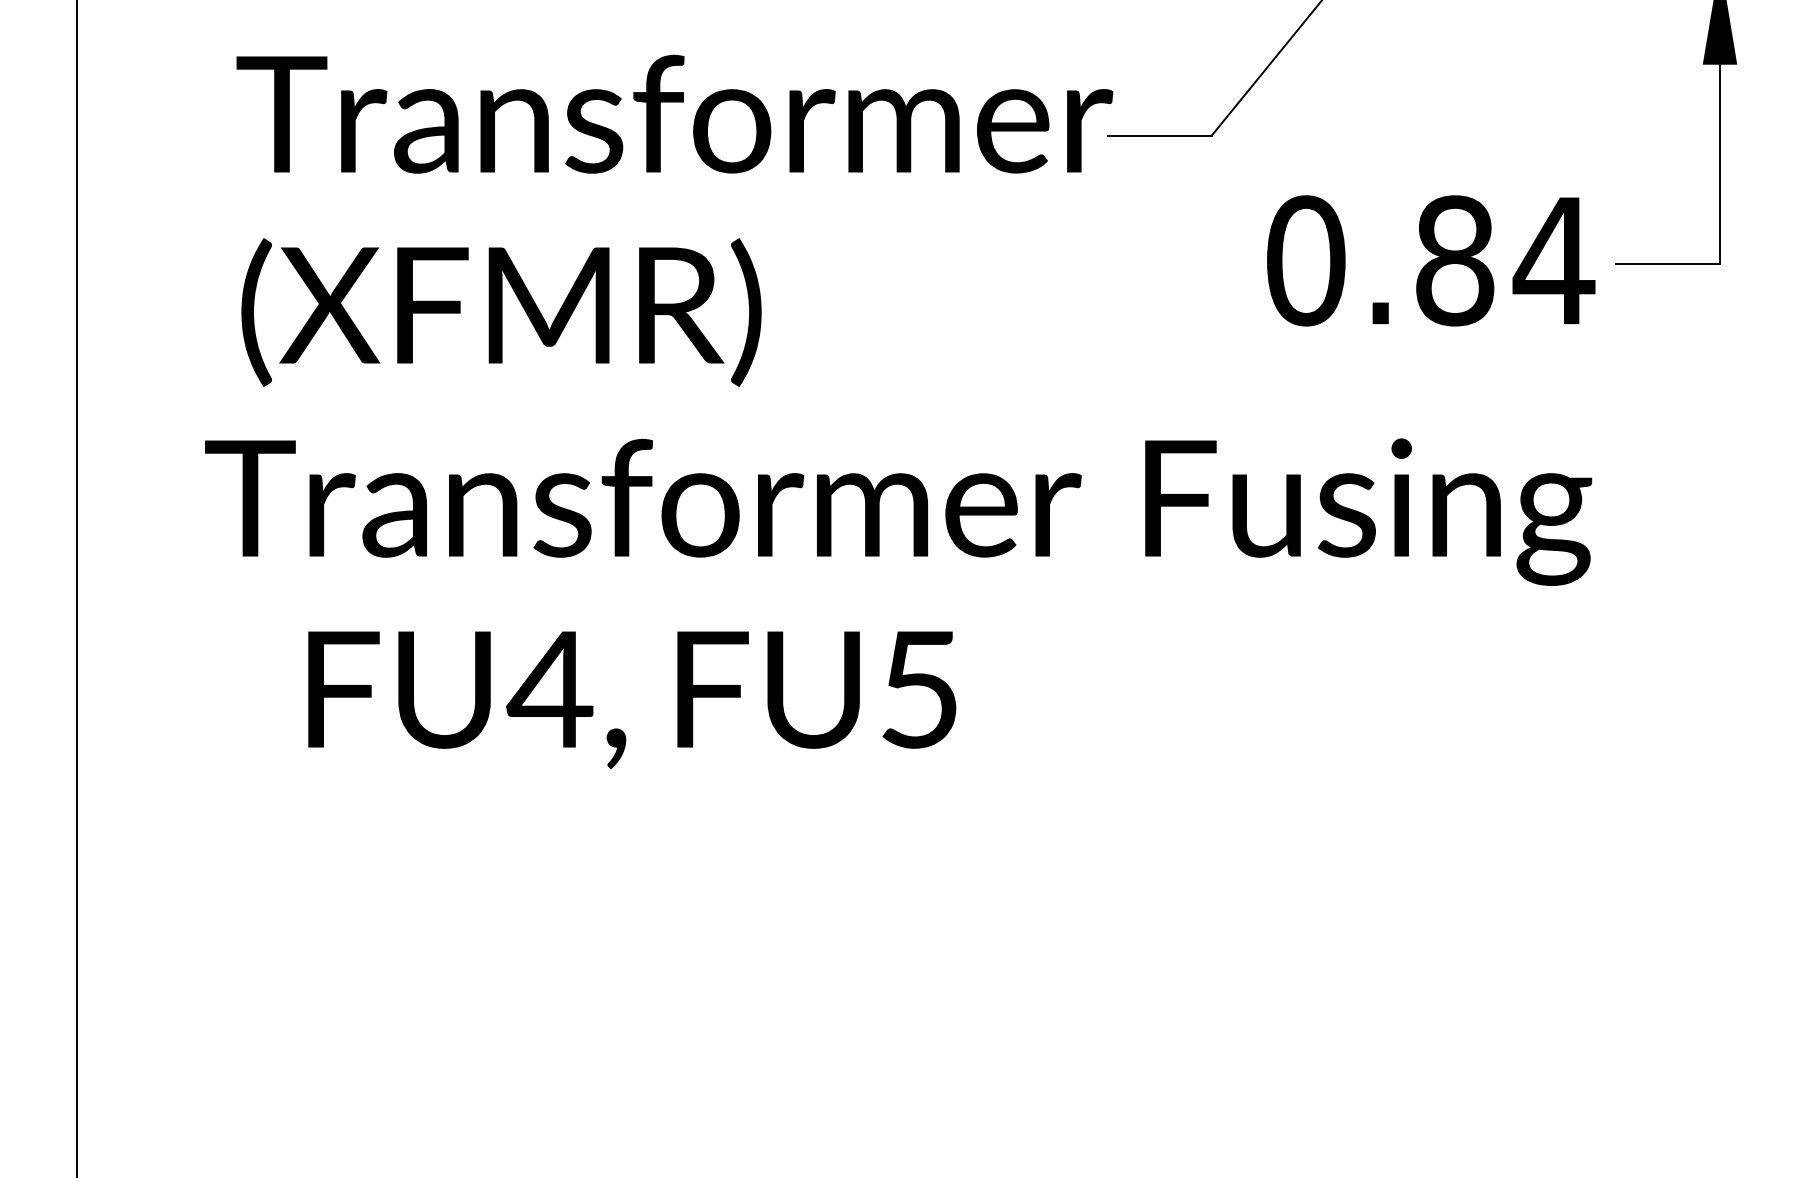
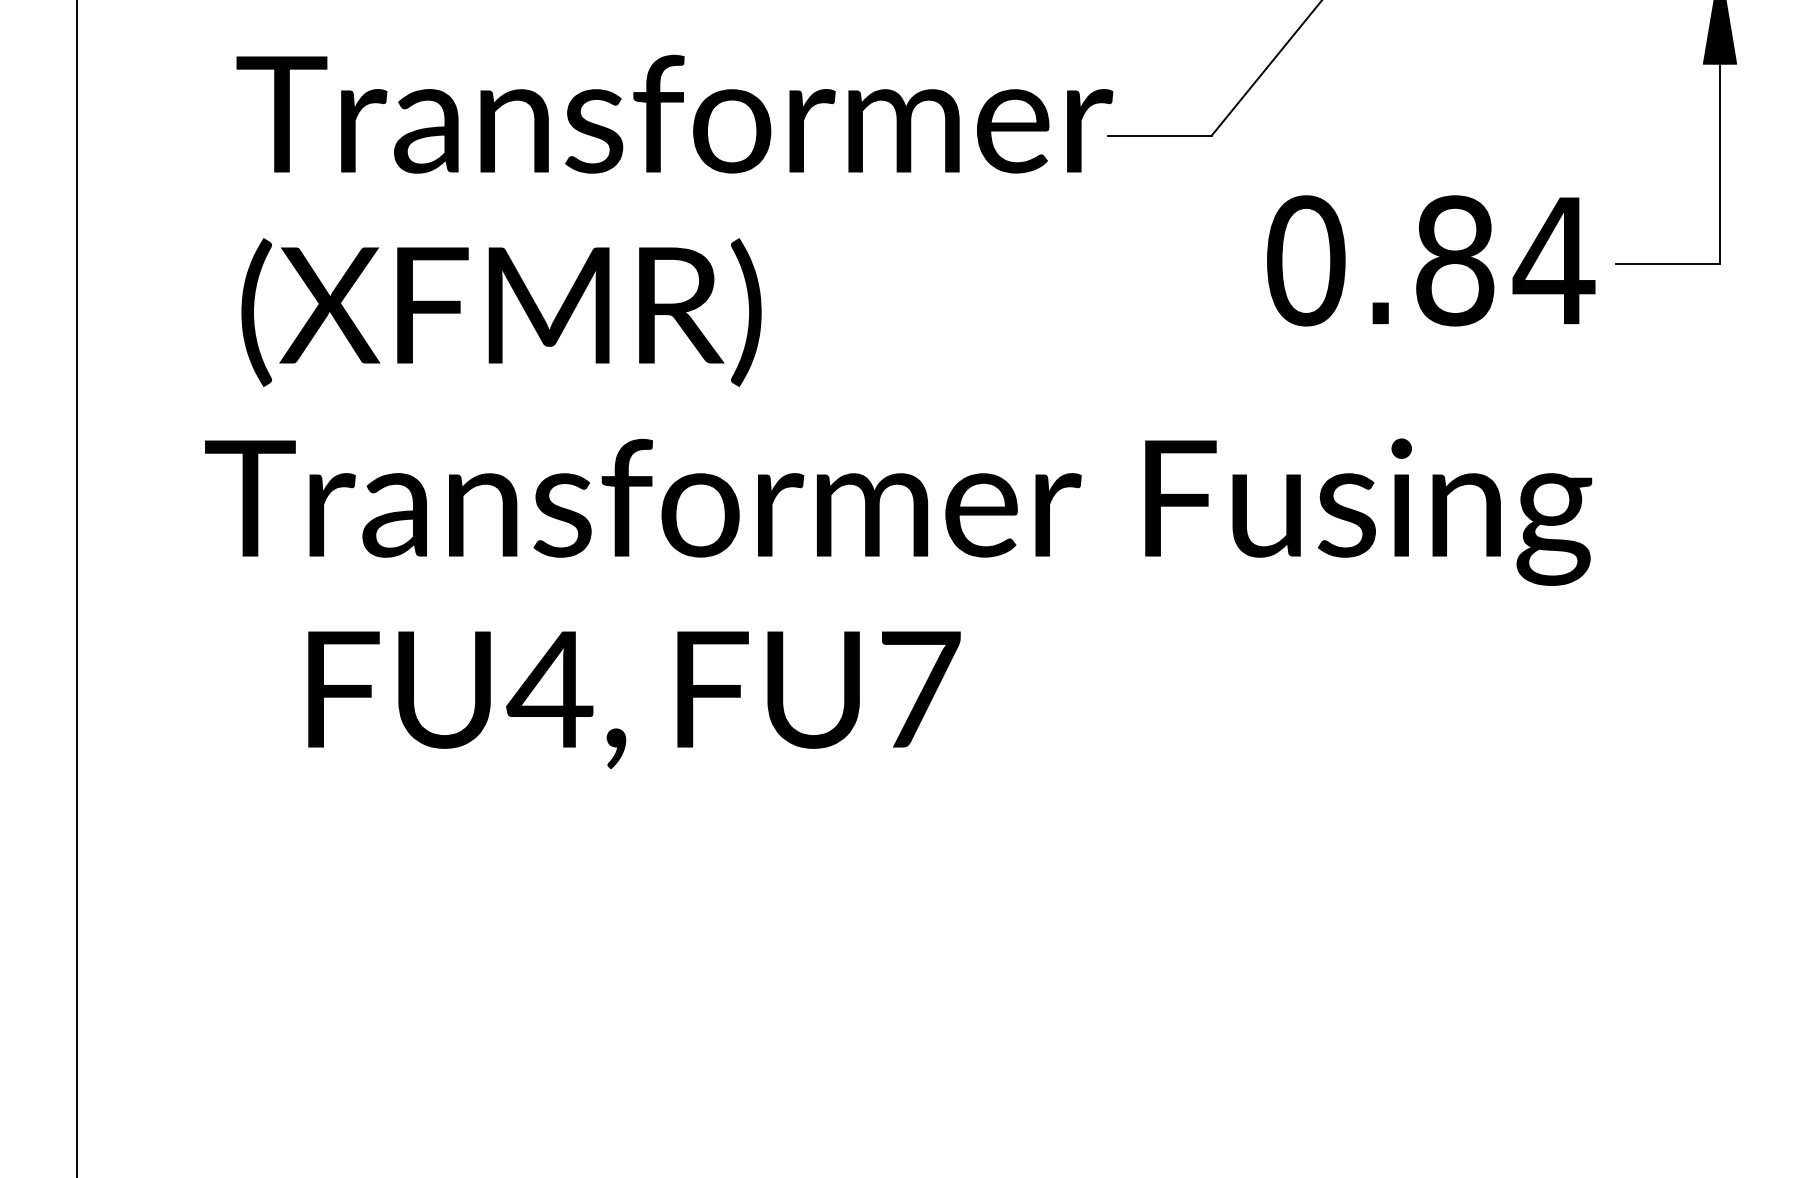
text at (921, 689): FU5 -> FU7
